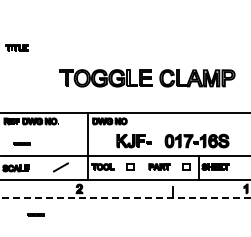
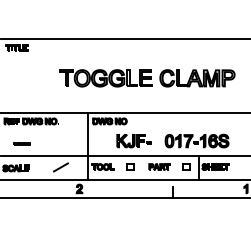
line at (124, 39): none -> present
line at (125, 198): dashed -> solid
line at (35, 214): present -> none
